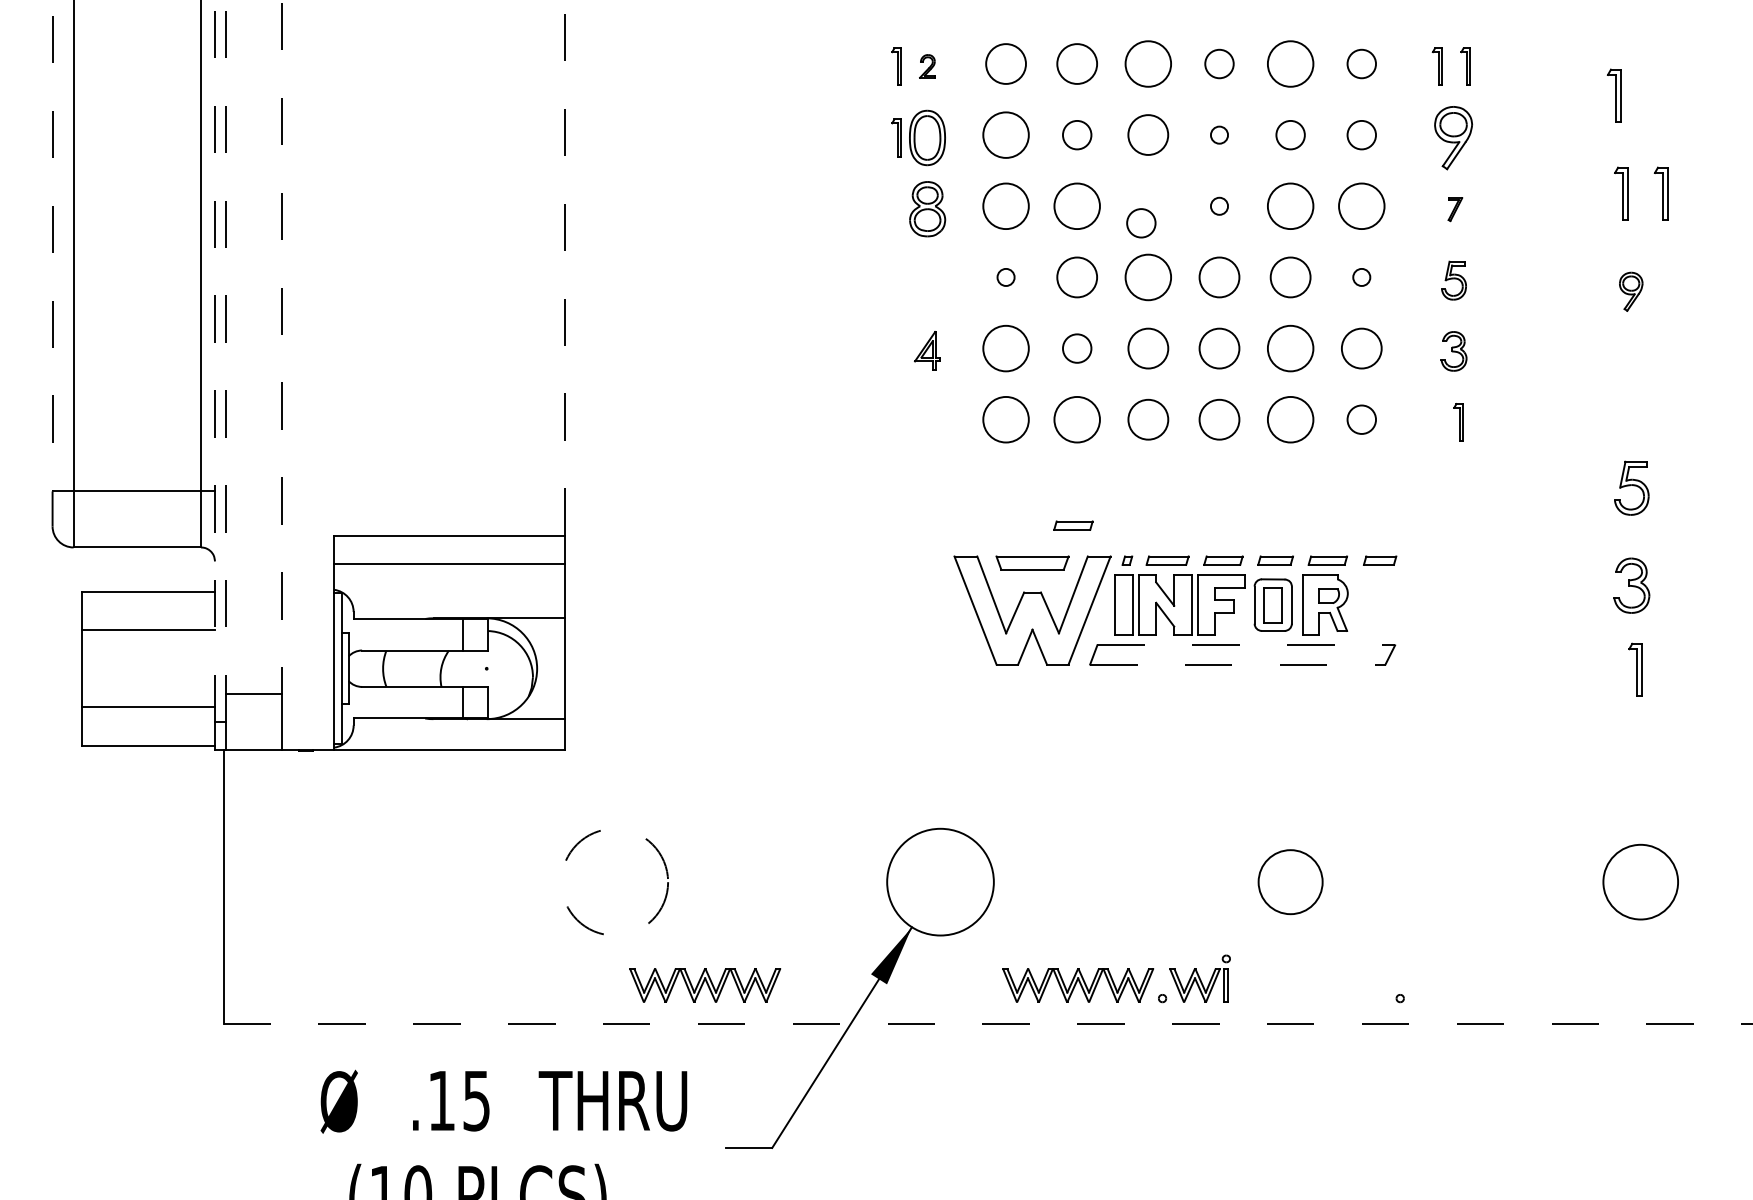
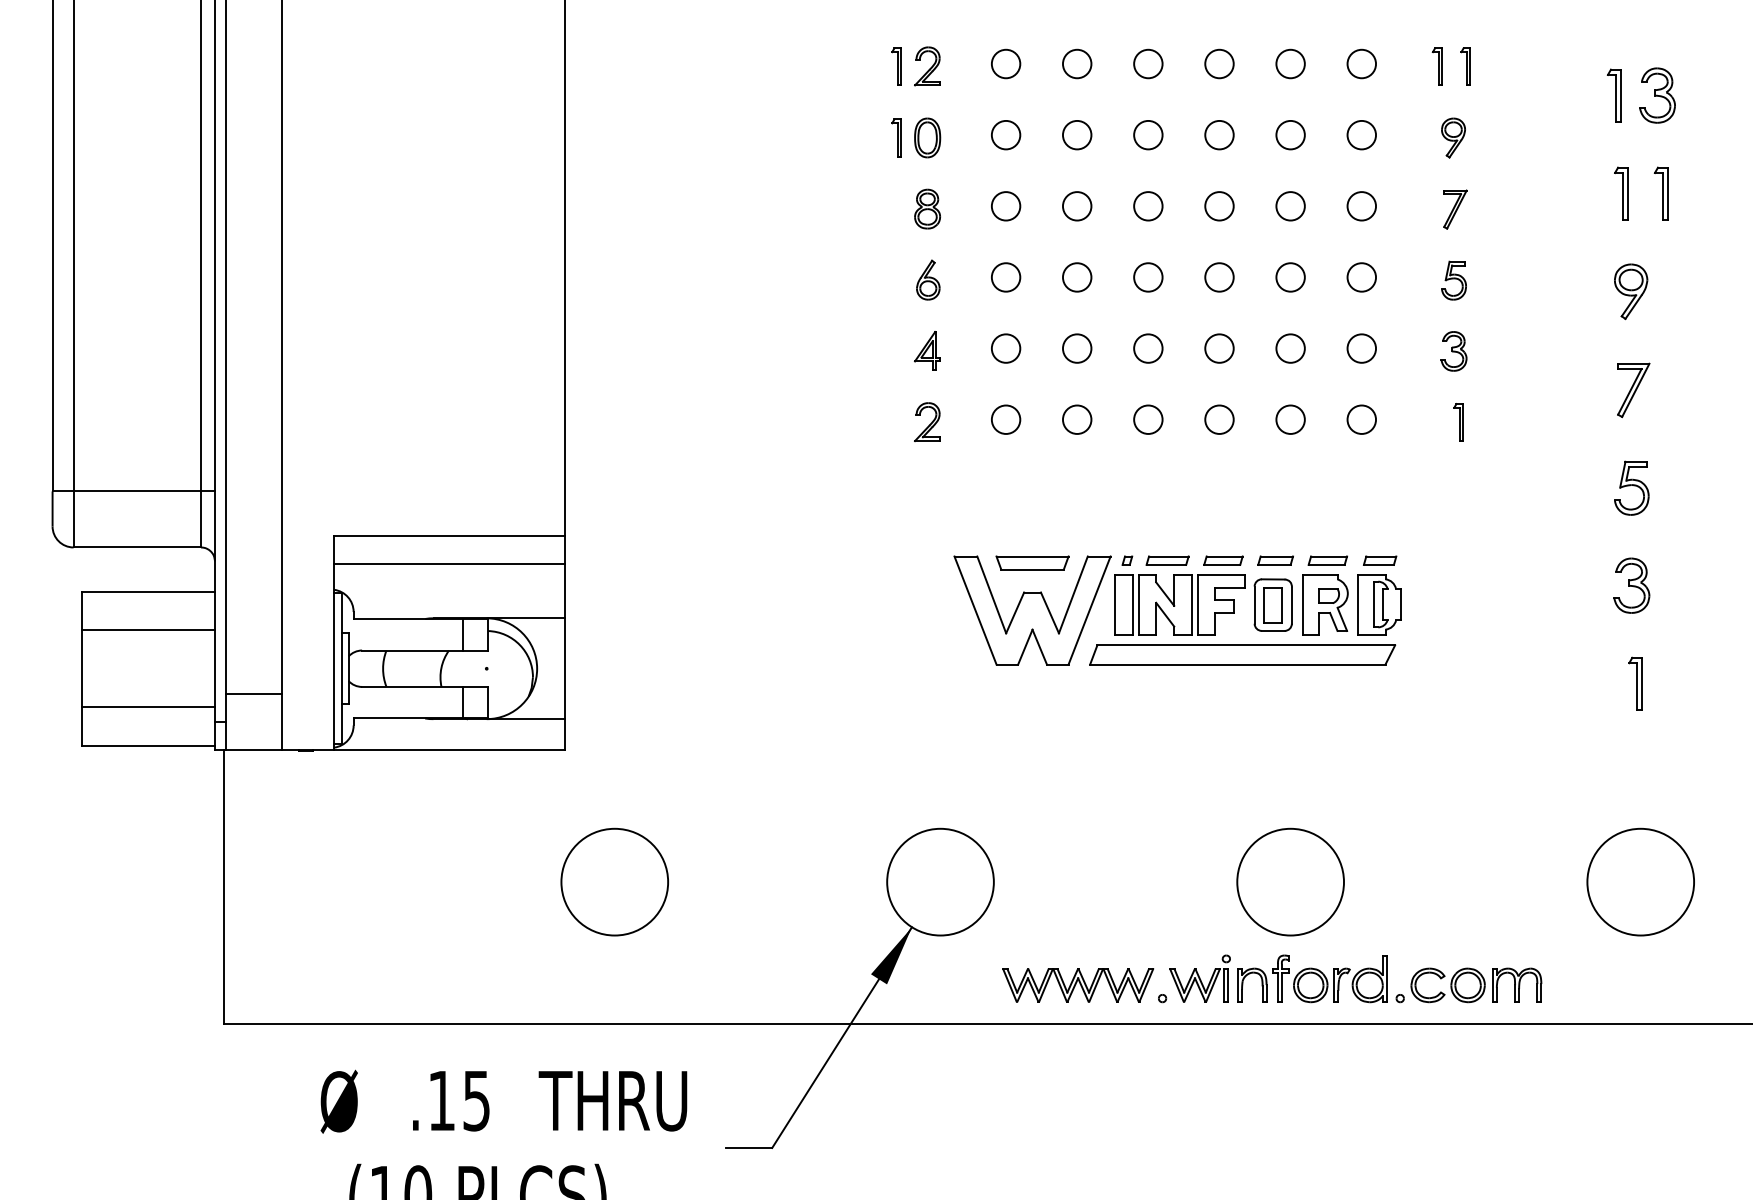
circle at (1005, 63) diameter: 40 px -> 28 px
circle at (1077, 63) diameter: 40 px -> 28 px
circle at (1148, 63) diameter: 46 px -> 28 px
circle at (1290, 63) diameter: 46 px -> 28 px
part at (927, 66) size: 17x25 px -> 27x41 px
part at (1657, 95): none -> present
circle at (1005, 134) diameter: 46 px -> 28 px
circle at (1148, 134) size: 43x42 px -> 31x31 px
circle at (1219, 134) diameter: 17 px -> 28 px
part at (927, 137) size: 37x58 px -> 28x42 px
part at (1453, 138) size: 39x65 px -> 25x42 px
circle at (1219, 205) diameter: 17 px -> 28 px
circle at (1005, 206) diameter: 46 px -> 28 px
circle at (1076, 206) diameter: 46 px -> 28 px
circle at (1290, 206) diameter: 46 px -> 28 px
circle at (1361, 206) diameter: 46 px -> 28 px
part at (927, 209) size: 38x57 px -> 27x42 px
part at (1455, 209) size: 17x26 px -> 25x41 px
circle at (1141, 223) position: (1141, 223) -> (1148, 206)
line at (52, 246): dashed -> solid
line at (565, 267): dashed -> solid
circle at (1005, 276) diameter: 17 px -> 28 px
circle at (1361, 276) diameter: 17 px -> 28 px
circle at (1077, 277) diameter: 40 px -> 28 px
circle at (1148, 277) diameter: 46 px -> 28 px
circle at (1219, 277) diameter: 40 px -> 28 px
circle at (1290, 277) diameter: 40 px -> 28 px
part at (928, 279): none -> present
part at (1631, 291) size: 25x41 px -> 35x58 px
line at (282, 347): dashed -> solid
circle at (1005, 348) diameter: 46 px -> 28 px
circle at (1148, 348) diameter: 40 px -> 28 px
circle at (1219, 348) diameter: 40 px -> 28 px
circle at (1290, 348) diameter: 46 px -> 28 px
circle at (1361, 348) diameter: 40 px -> 28 px
line at (215, 361): dashed -> solid
line at (226, 361): dashed -> solid
part at (1633, 390): none -> present
circle at (1005, 419) diameter: 46 px -> 28 px
circle at (1076, 419) diameter: 46 px -> 28 px
circle at (1148, 419) diameter: 40 px -> 28 px
circle at (1219, 419) diameter: 40 px -> 28 px
circle at (1290, 419) diameter: 46 px -> 28 px
part at (927, 421): none -> present
part at (1073, 525): present -> none
part at (1379, 604): none -> present
line at (1246, 645): dashed -> solid
line at (1237, 664): dashed -> solid
part at (1635, 669) position: (1635, 669) -> (1635, 683)
circle at (614, 881): dashed -> solid
circle at (1640, 881) diameter: 75 px -> 107 px
circle at (1290, 882) diameter: 64 px -> 107 px
part at (1312, 978): none -> present
part at (705, 985): present -> none
part at (1476, 985): none -> present
line at (988, 1024): dashed -> solid
